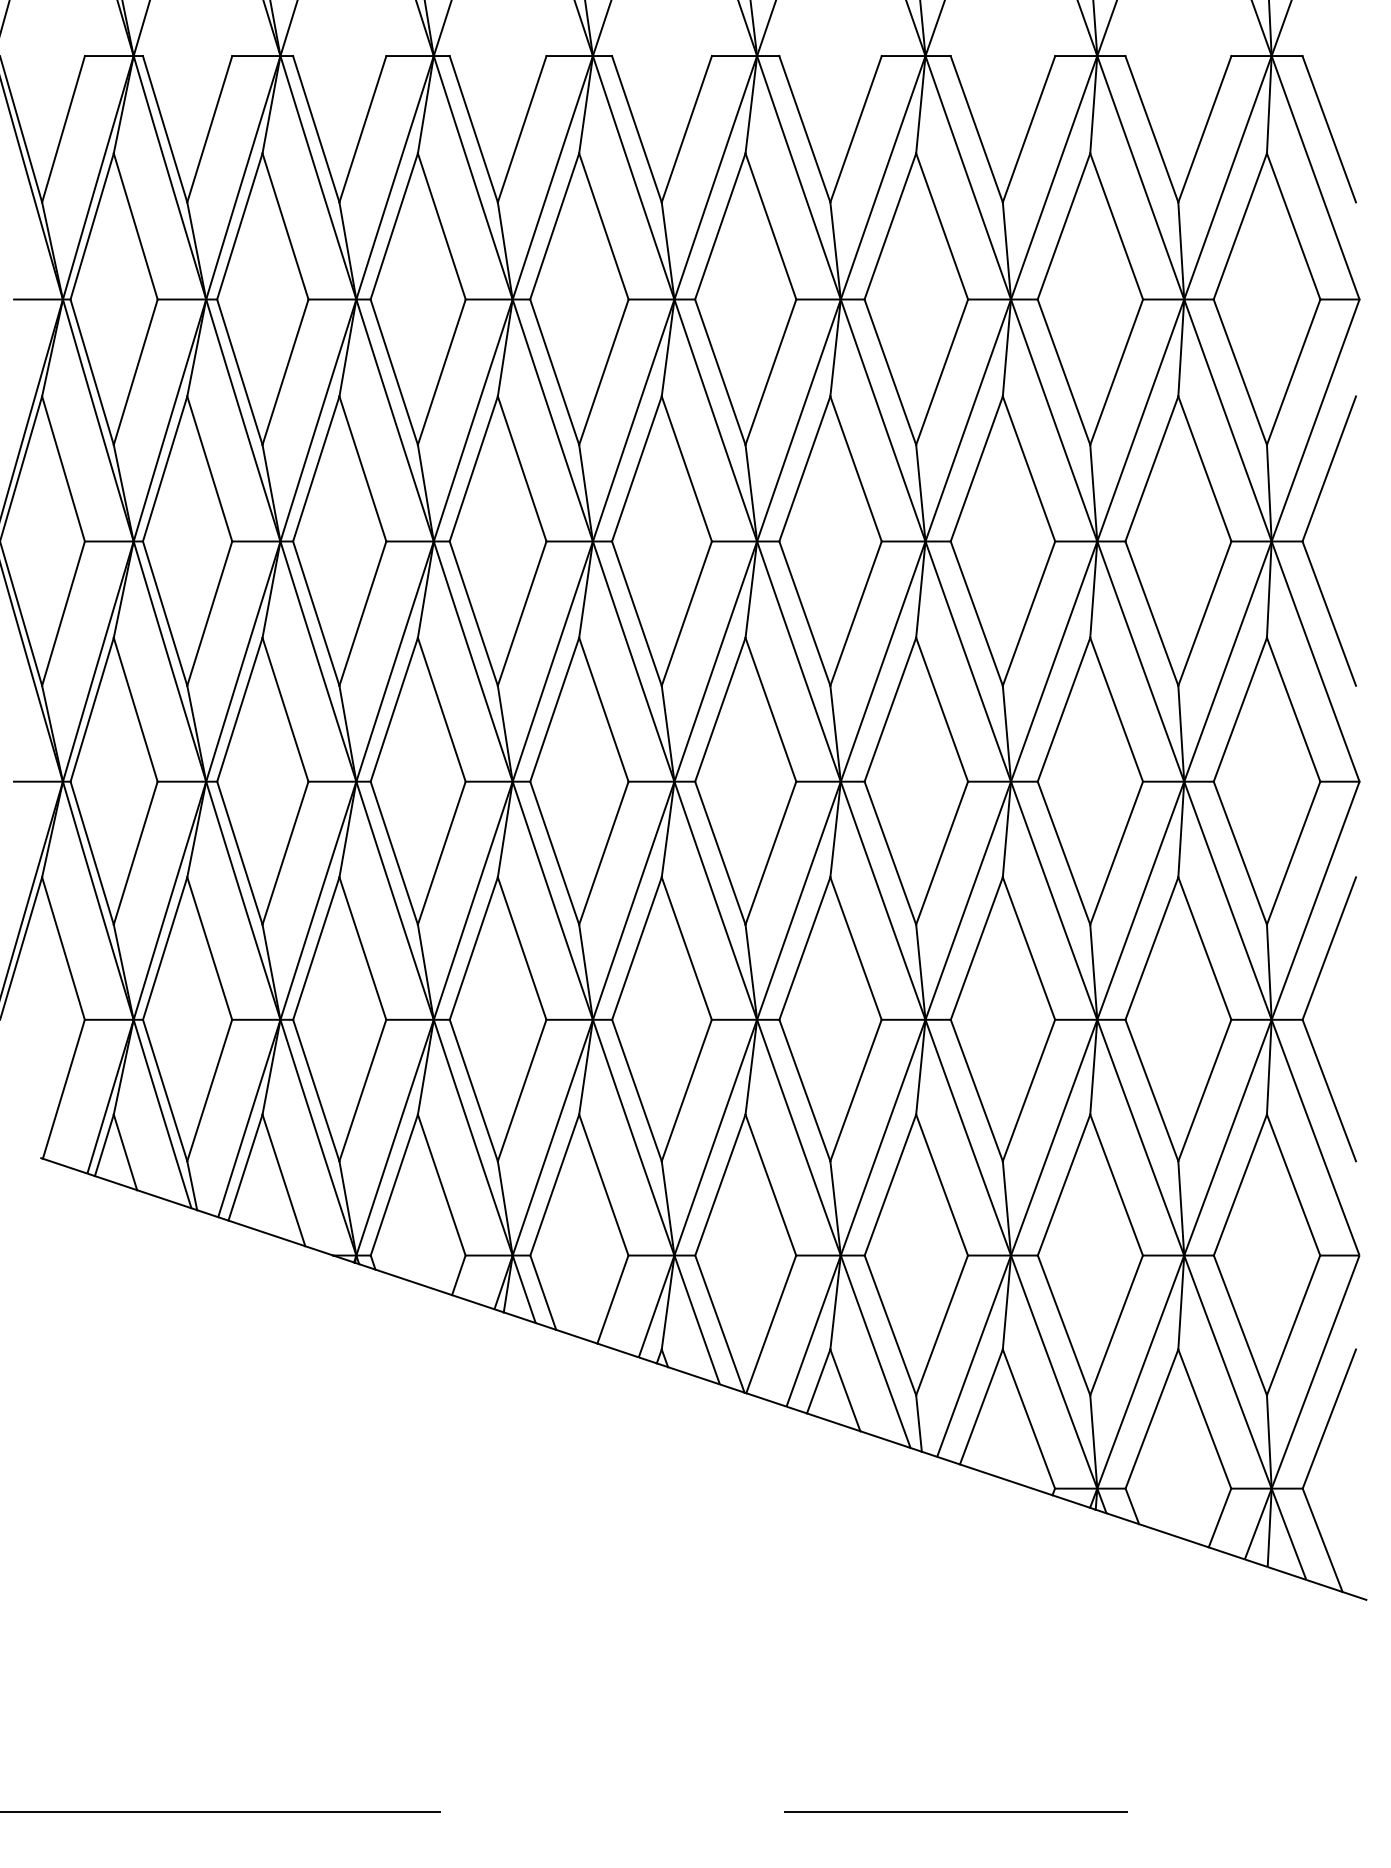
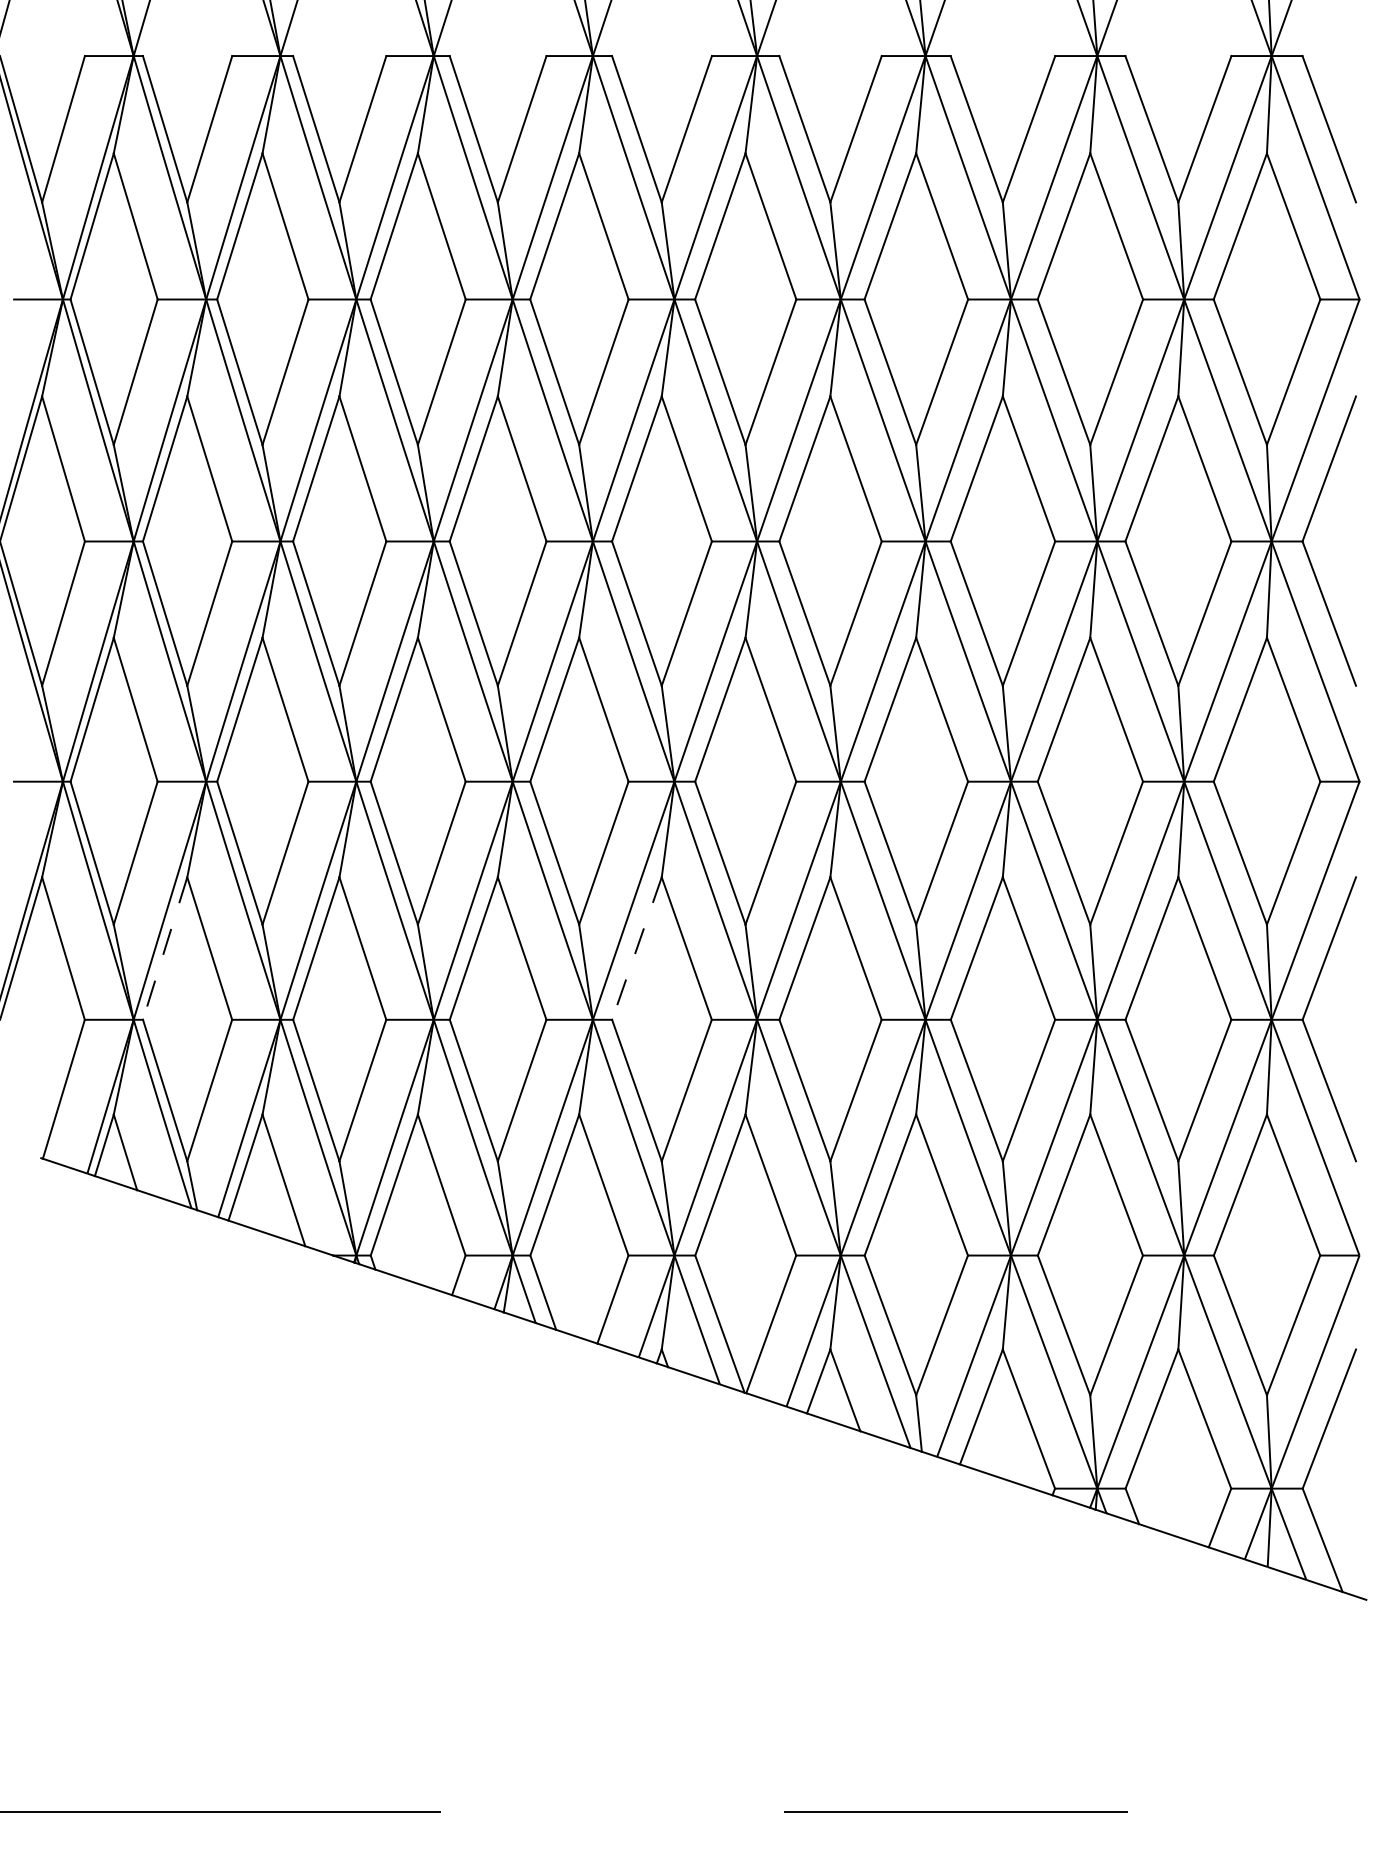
line at (165, 948): solid -> dashed
line at (636, 949): solid -> dashed
